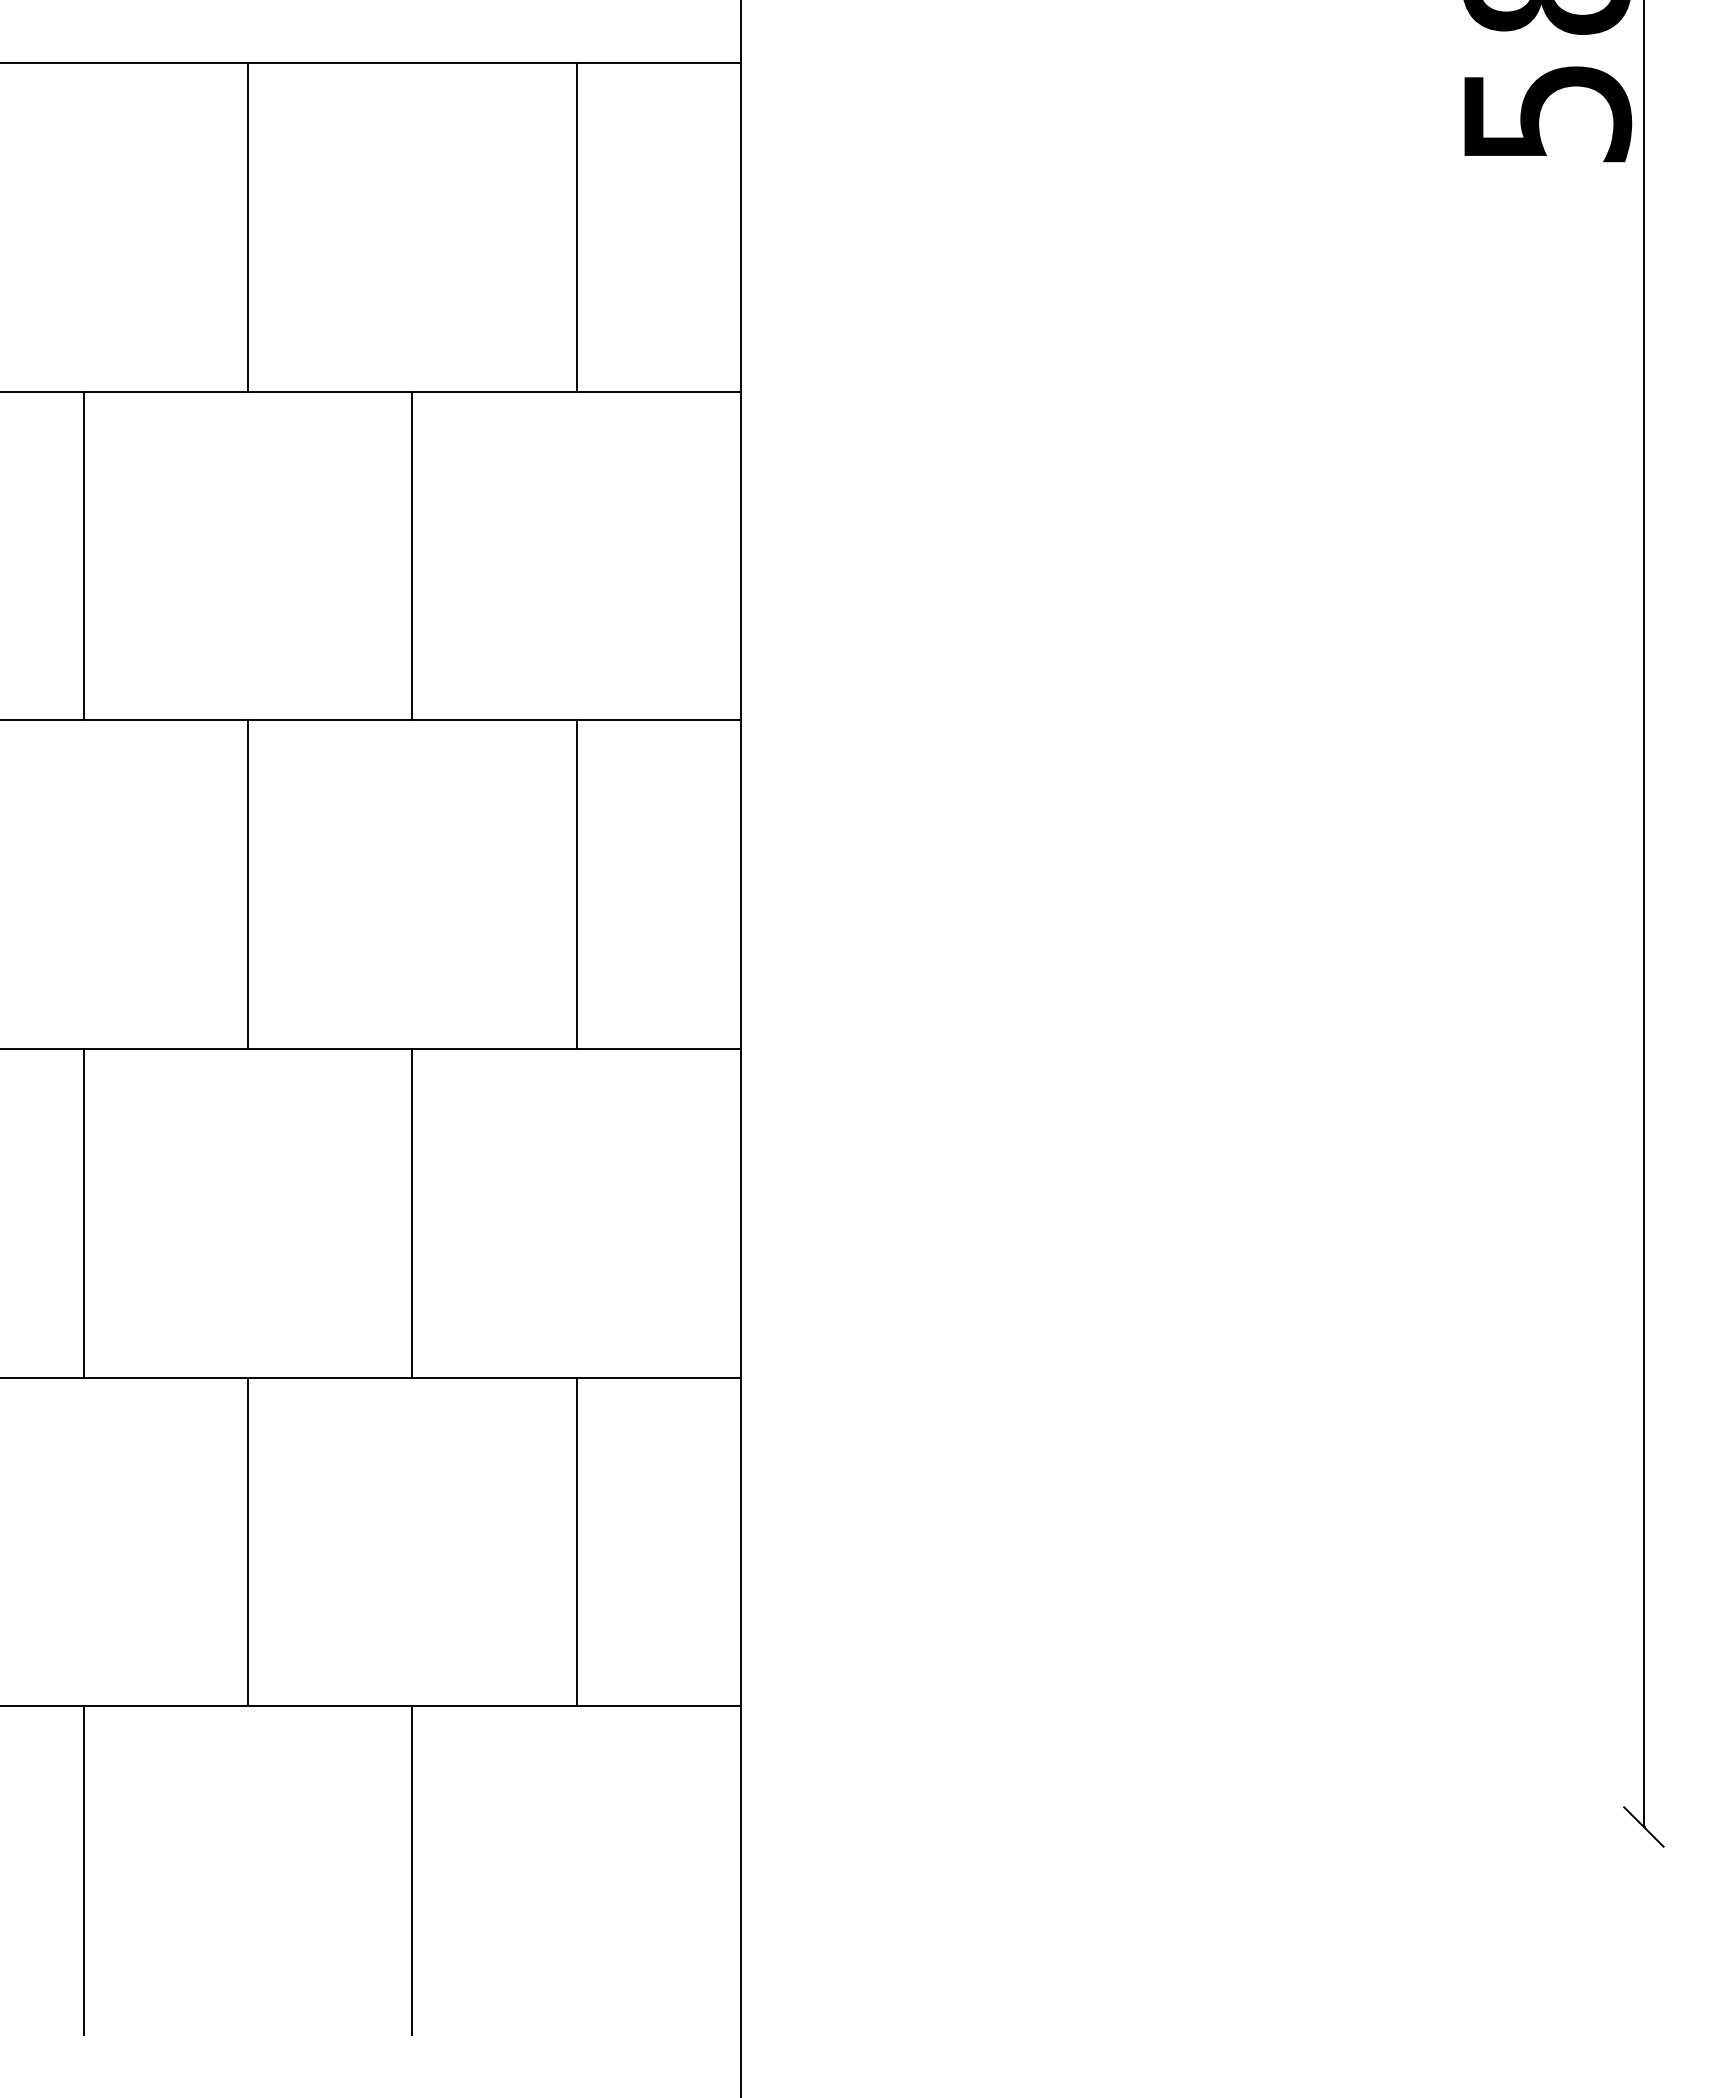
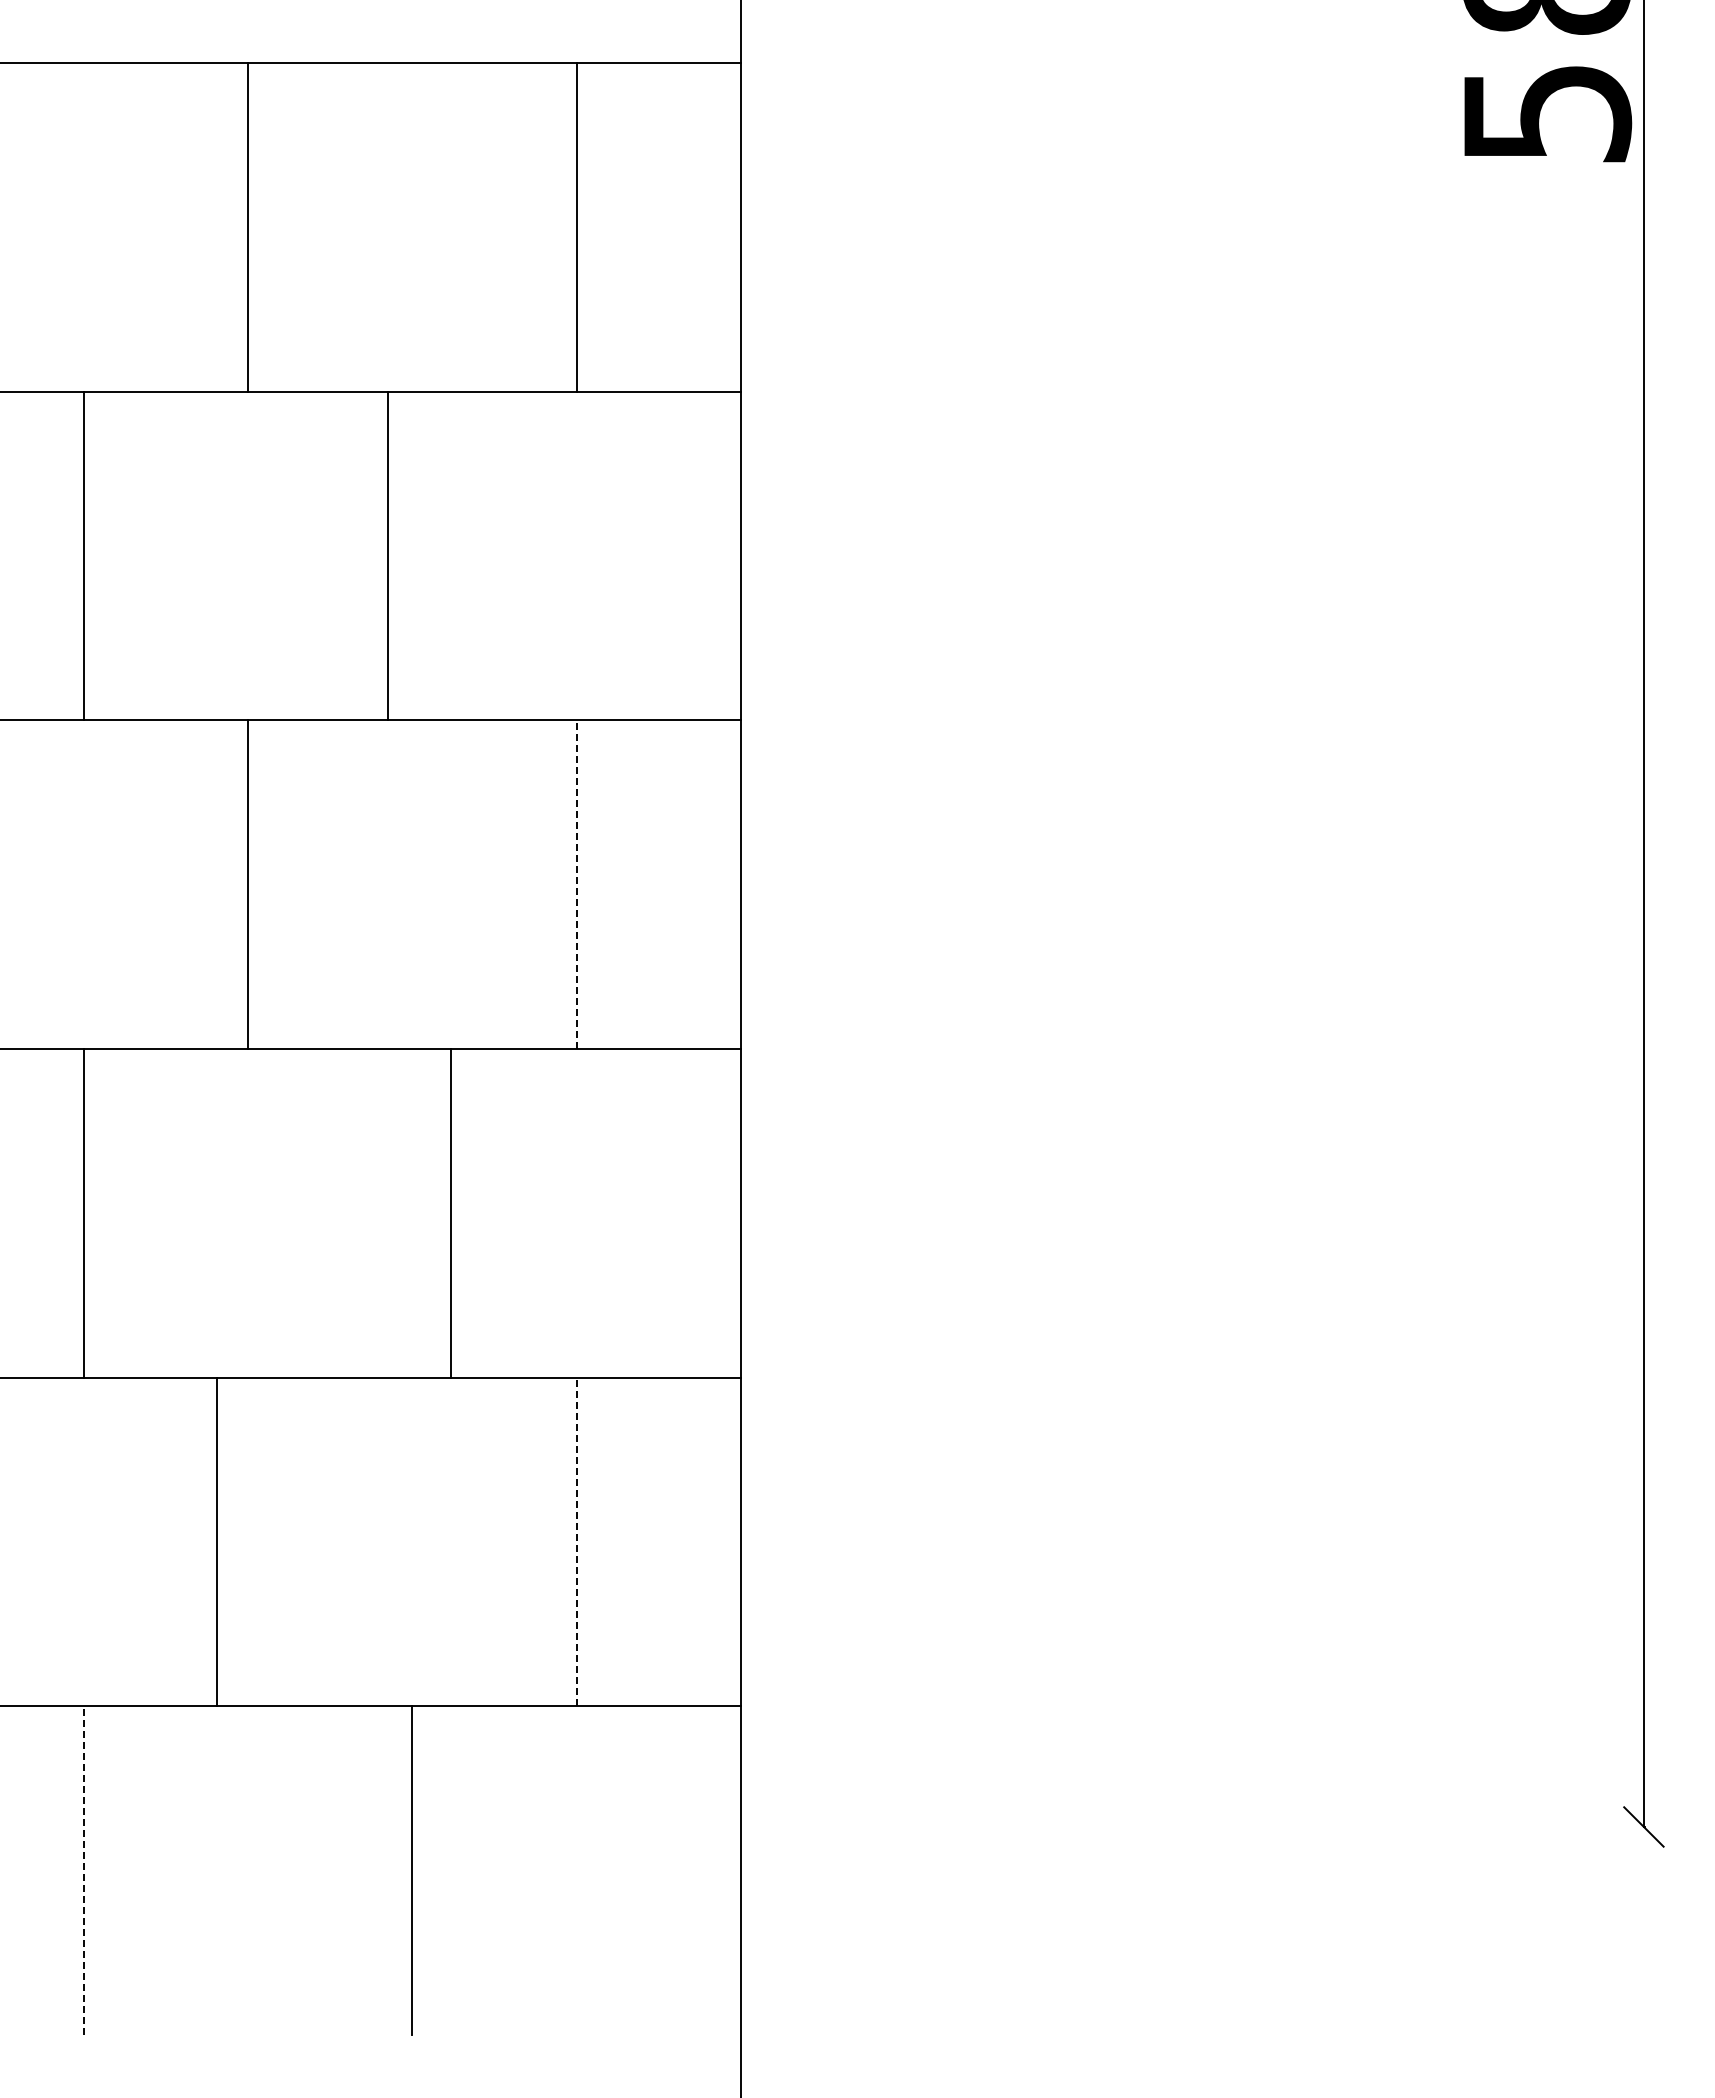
line at (412, 555) position: (412, 555) -> (388, 555)
line at (576, 884): solid -> dashed
line at (412, 1212) position: (412, 1212) -> (451, 1212)
line at (247, 1541) position: (247, 1541) -> (216, 1541)
line at (576, 1541): solid -> dashed
line at (83, 1870): solid -> dashed
